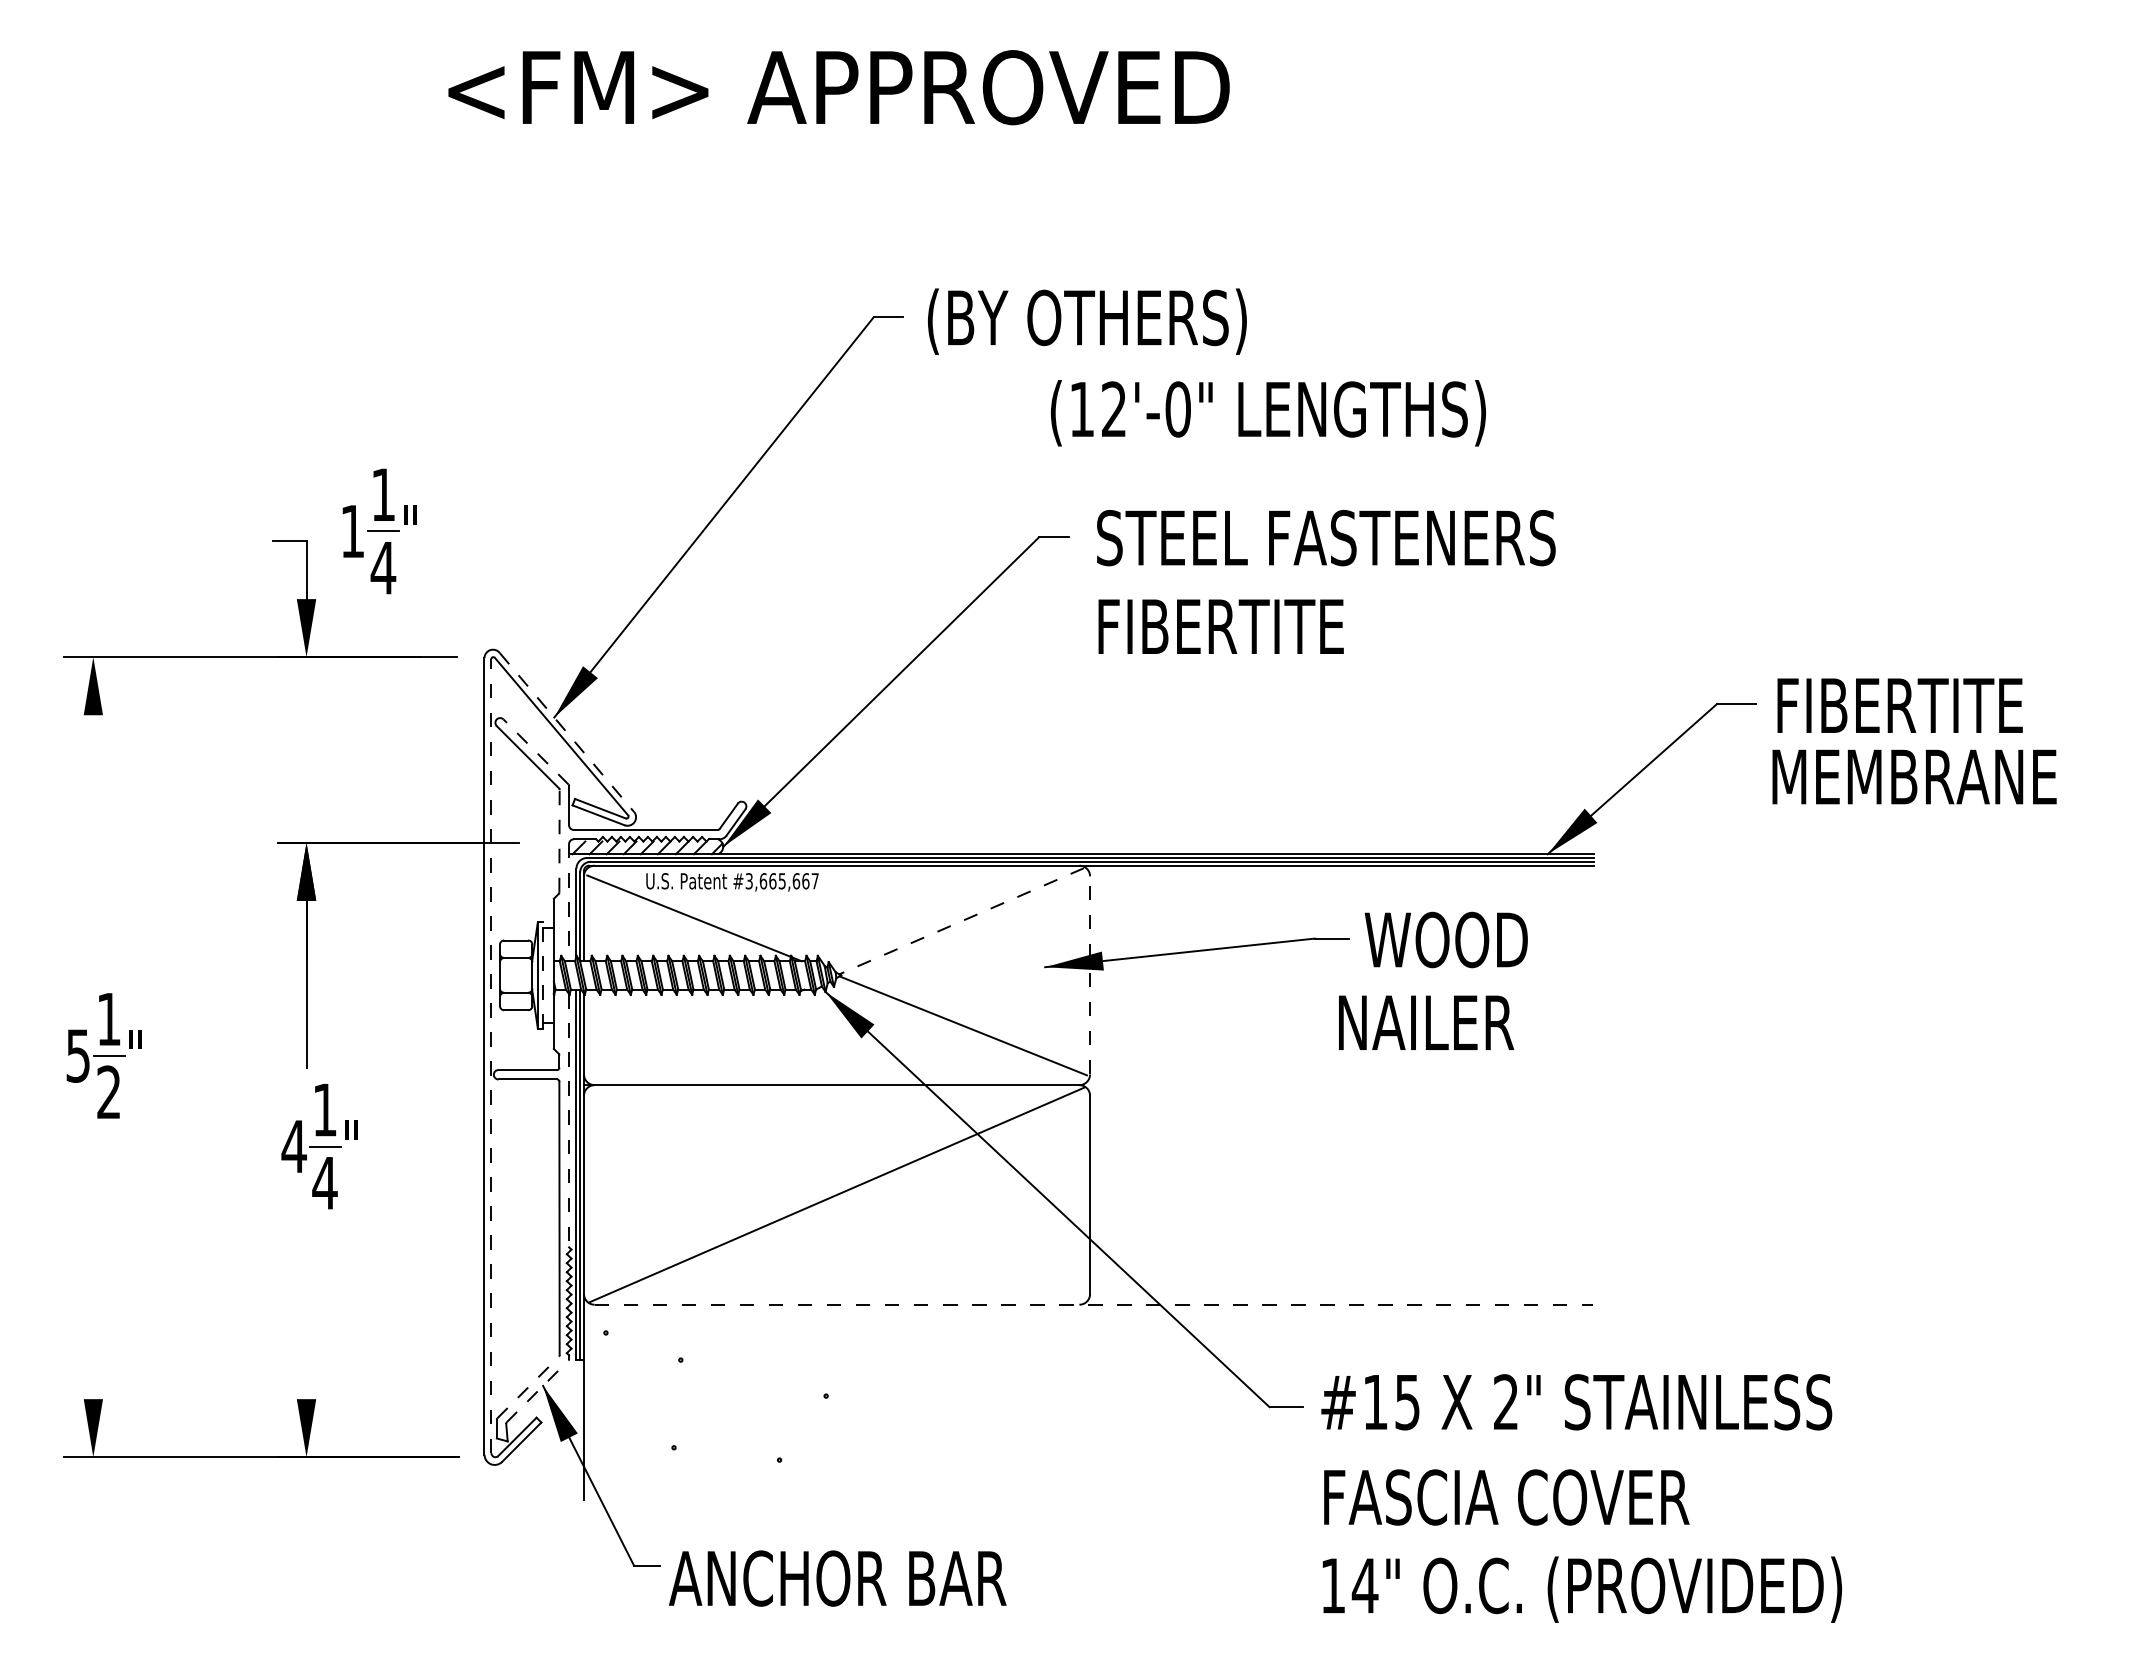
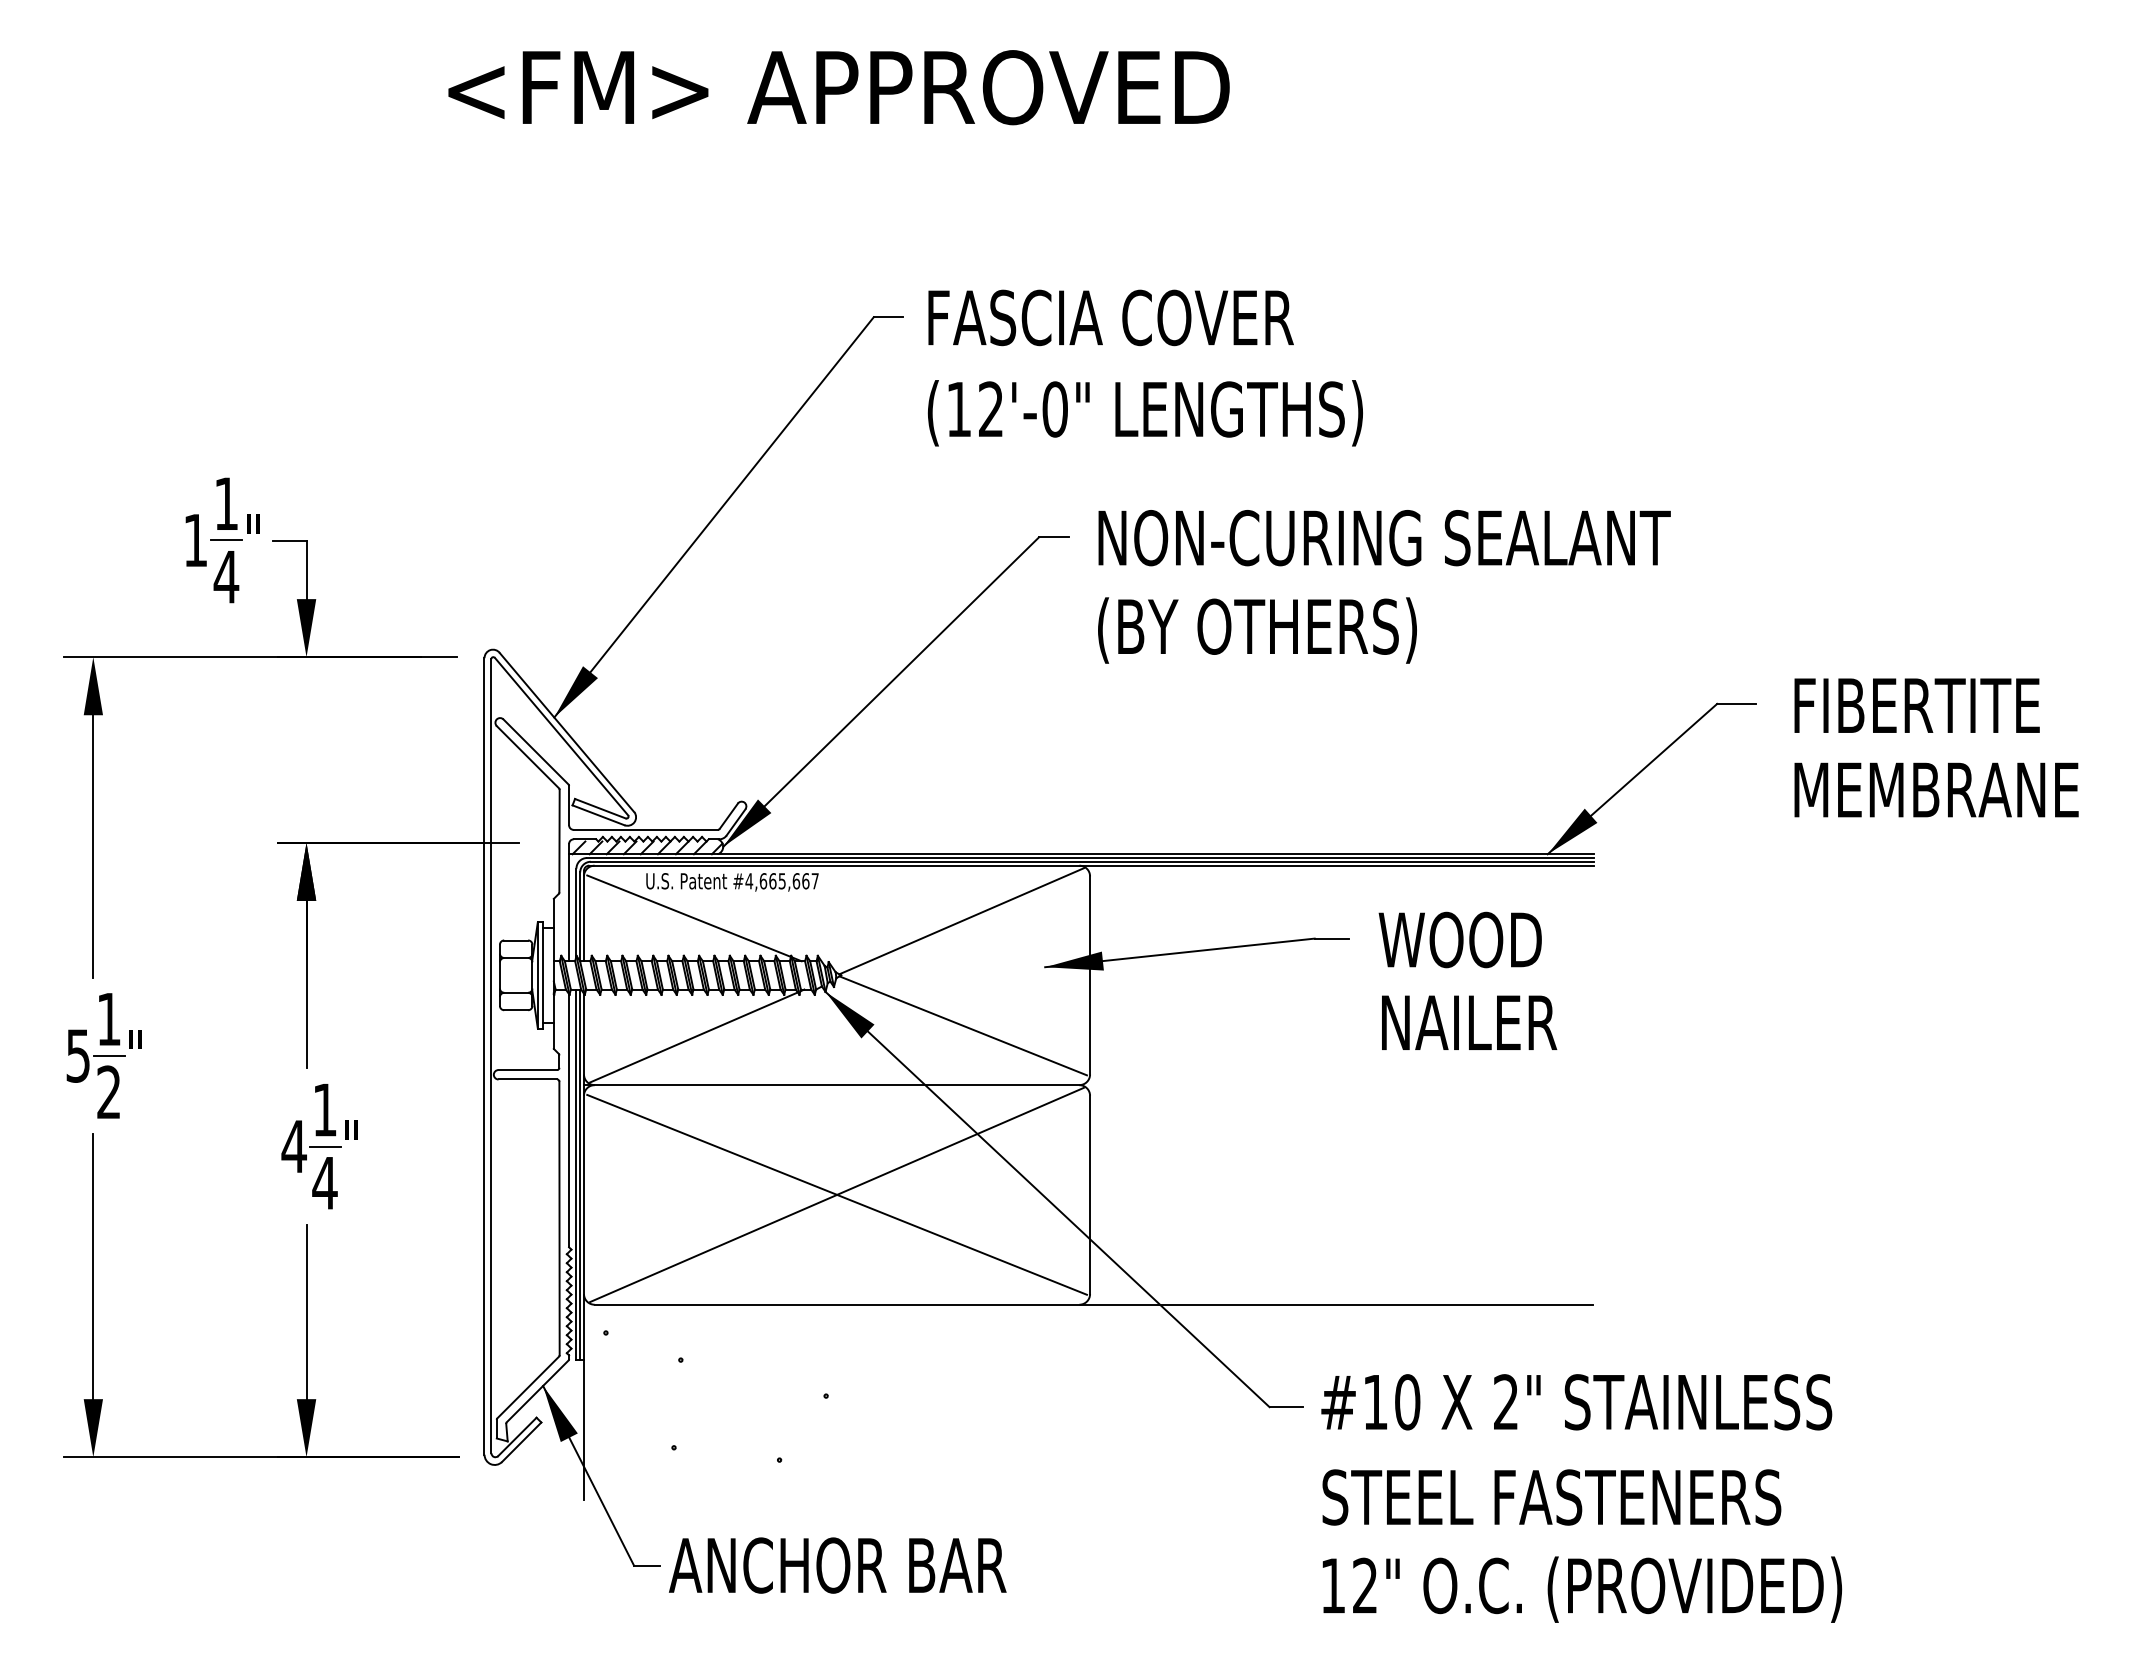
text at (1110, 321): (BY OTHERS) -> FASCIA COVER
text at (1267, 413) position: (1267, 413) -> (1144, 413)
part at (379, 531) position: (379, 531) -> (222, 540)
text at (1383, 538): STEEL FASTENERS -> NON-CURING SEALANT
text at (1257, 630): FIBERTITE -> (BY OTHERS)
text at (1899, 705) position: (1899, 705) -> (1916, 705)
line at (567, 733): dashed -> solid
line at (536, 751): dashed -> solid
text at (1914, 776) position: (1914, 776) -> (1936, 789)
line at (559, 840): dashed -> solid
line at (93, 846): none -> present
text at (749, 881): #3,665,667 -> #4,665,667
line at (569, 902): dashed -> solid
line at (961, 921): dashed -> solid
text at (1445, 939) position: (1445, 939) -> (1459, 939)
line at (543, 974): dashed -> solid
line at (1090, 974): dashed -> solid
text at (1426, 1022) position: (1426, 1022) -> (1469, 1022)
line at (693, 1037): none -> present
line at (491, 1056): dashed -> solid
line at (569, 1121): dashed -> solid
line at (836, 1194): none -> present
line at (93, 1266): none -> present
line at (1094, 1304): dashed -> solid
line at (306, 1311): none -> present
line at (528, 1387): dashed -> solid
line at (537, 1391): dashed -> solid
text at (1407, 1402): #15 -> #10
text at (1551, 1497): FASCIA COVER -> STEEL FASTENERS
text at (837, 1578) position: (837, 1578) -> (837, 1565)
text at (1364, 1585): 14" -> 12"
